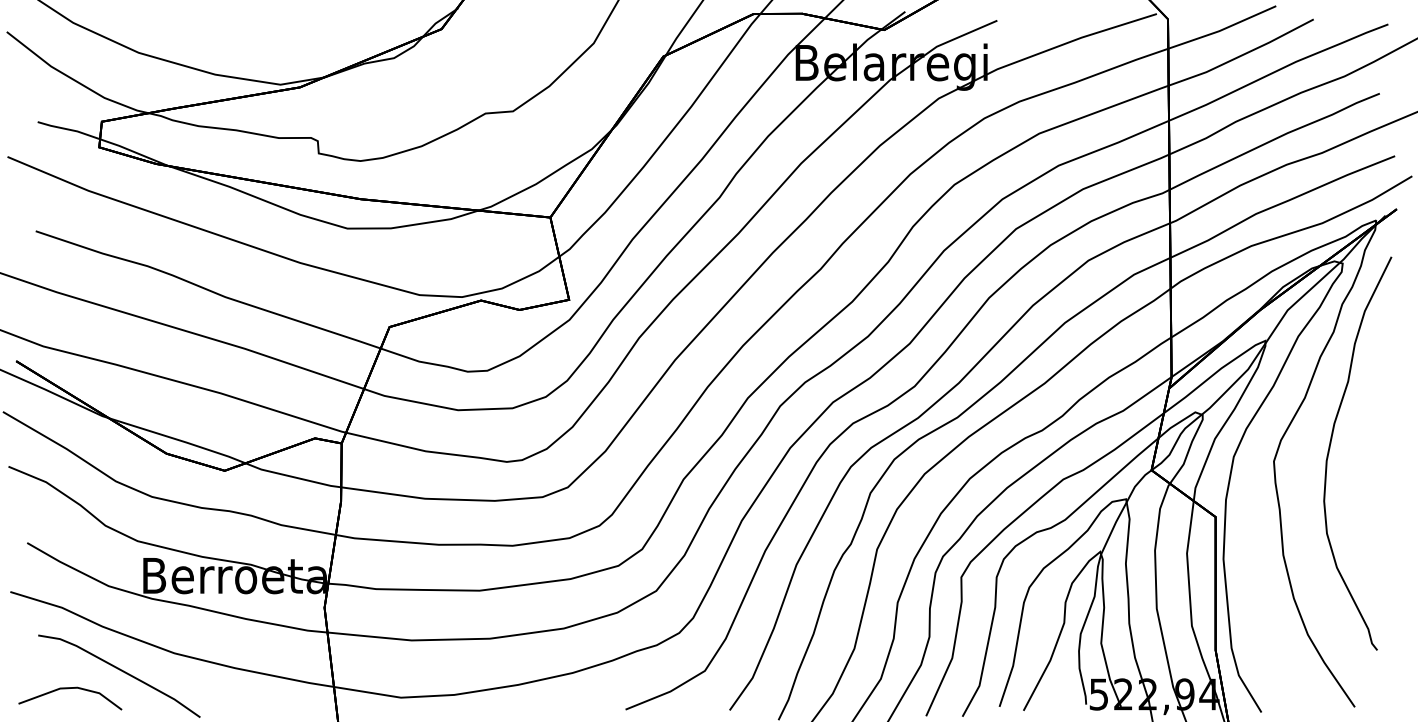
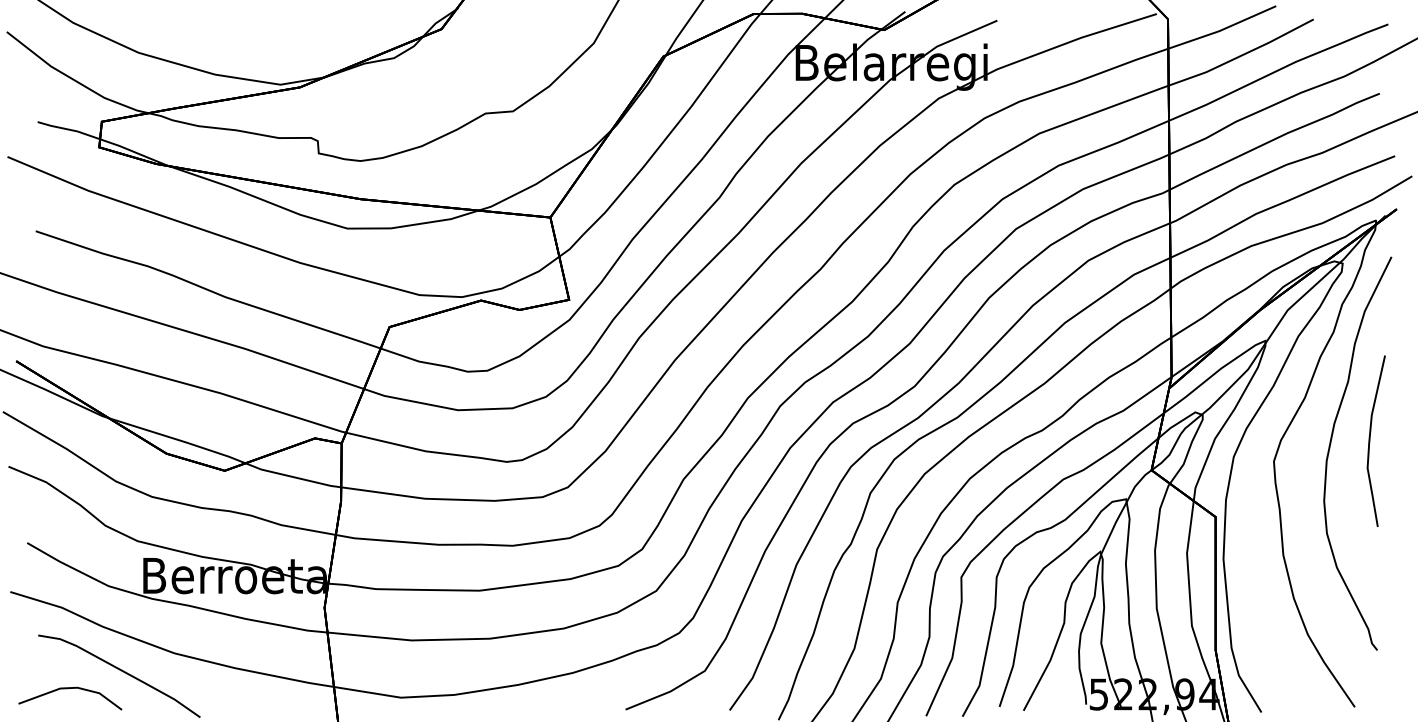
curve at (1370, 440): none -> present
